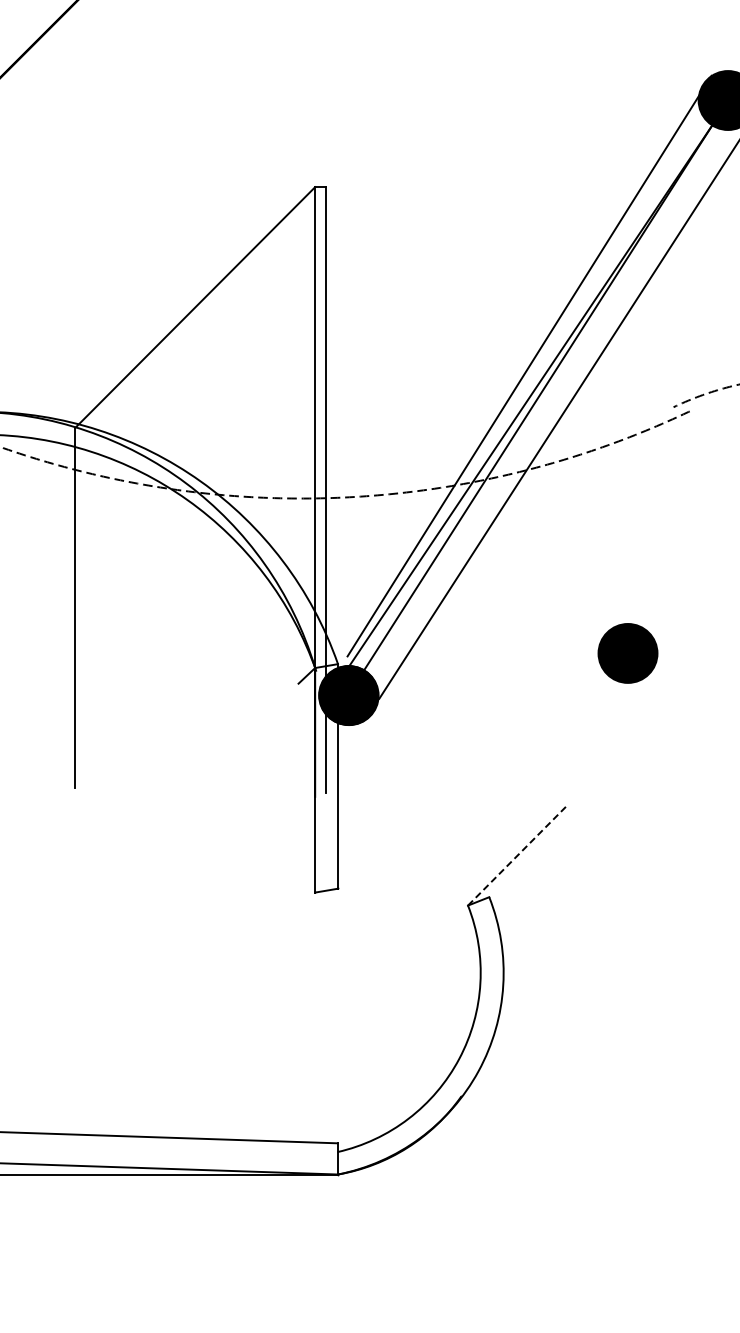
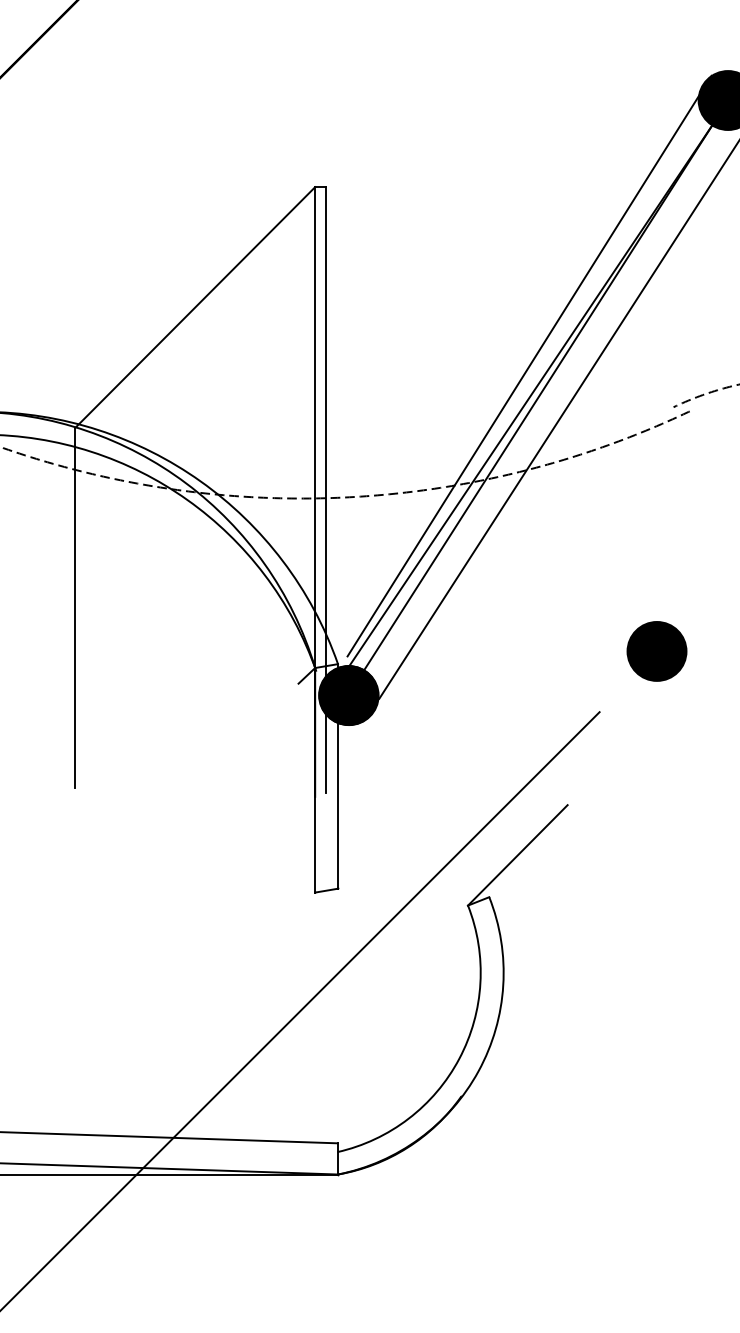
part at (627, 653) position: (627, 653) -> (656, 651)
line at (517, 855): dashed -> solid
line at (300, 1010): none -> present
